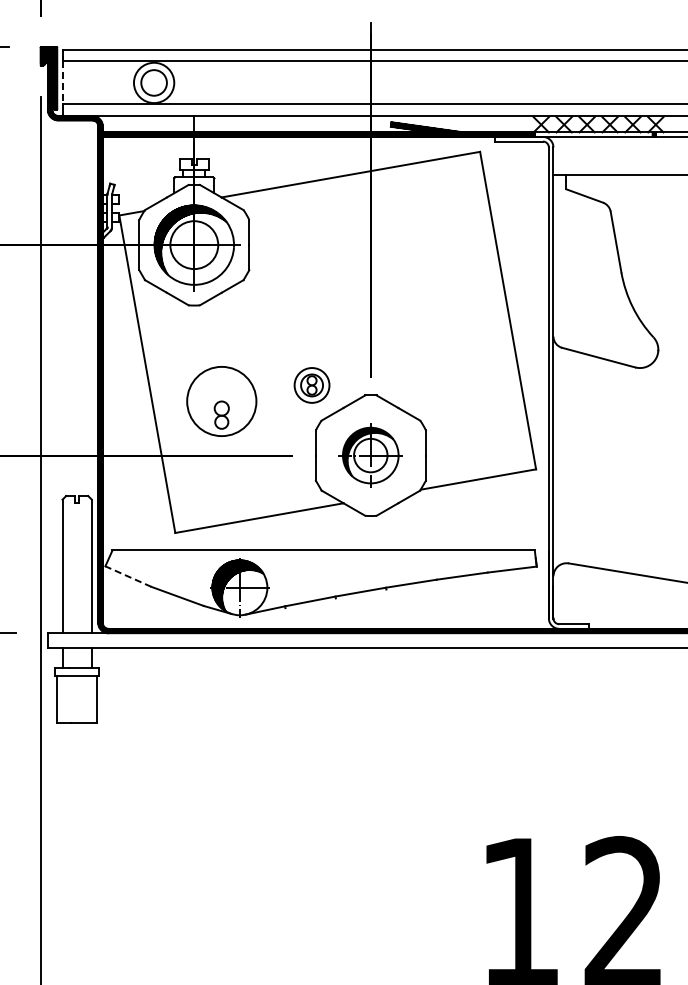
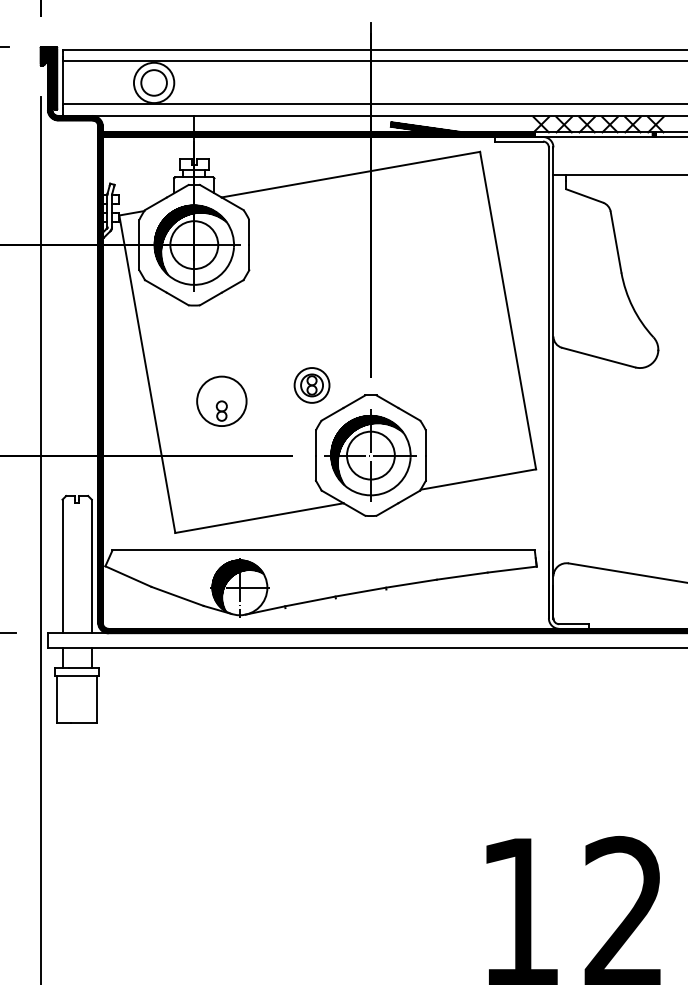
line at (62, 82): dashed -> solid
part at (221, 401) size: 72x71 px -> 52x52 px
part at (370, 455) size: 65x65 px -> 93x93 px
line at (127, 576): dashed -> solid
